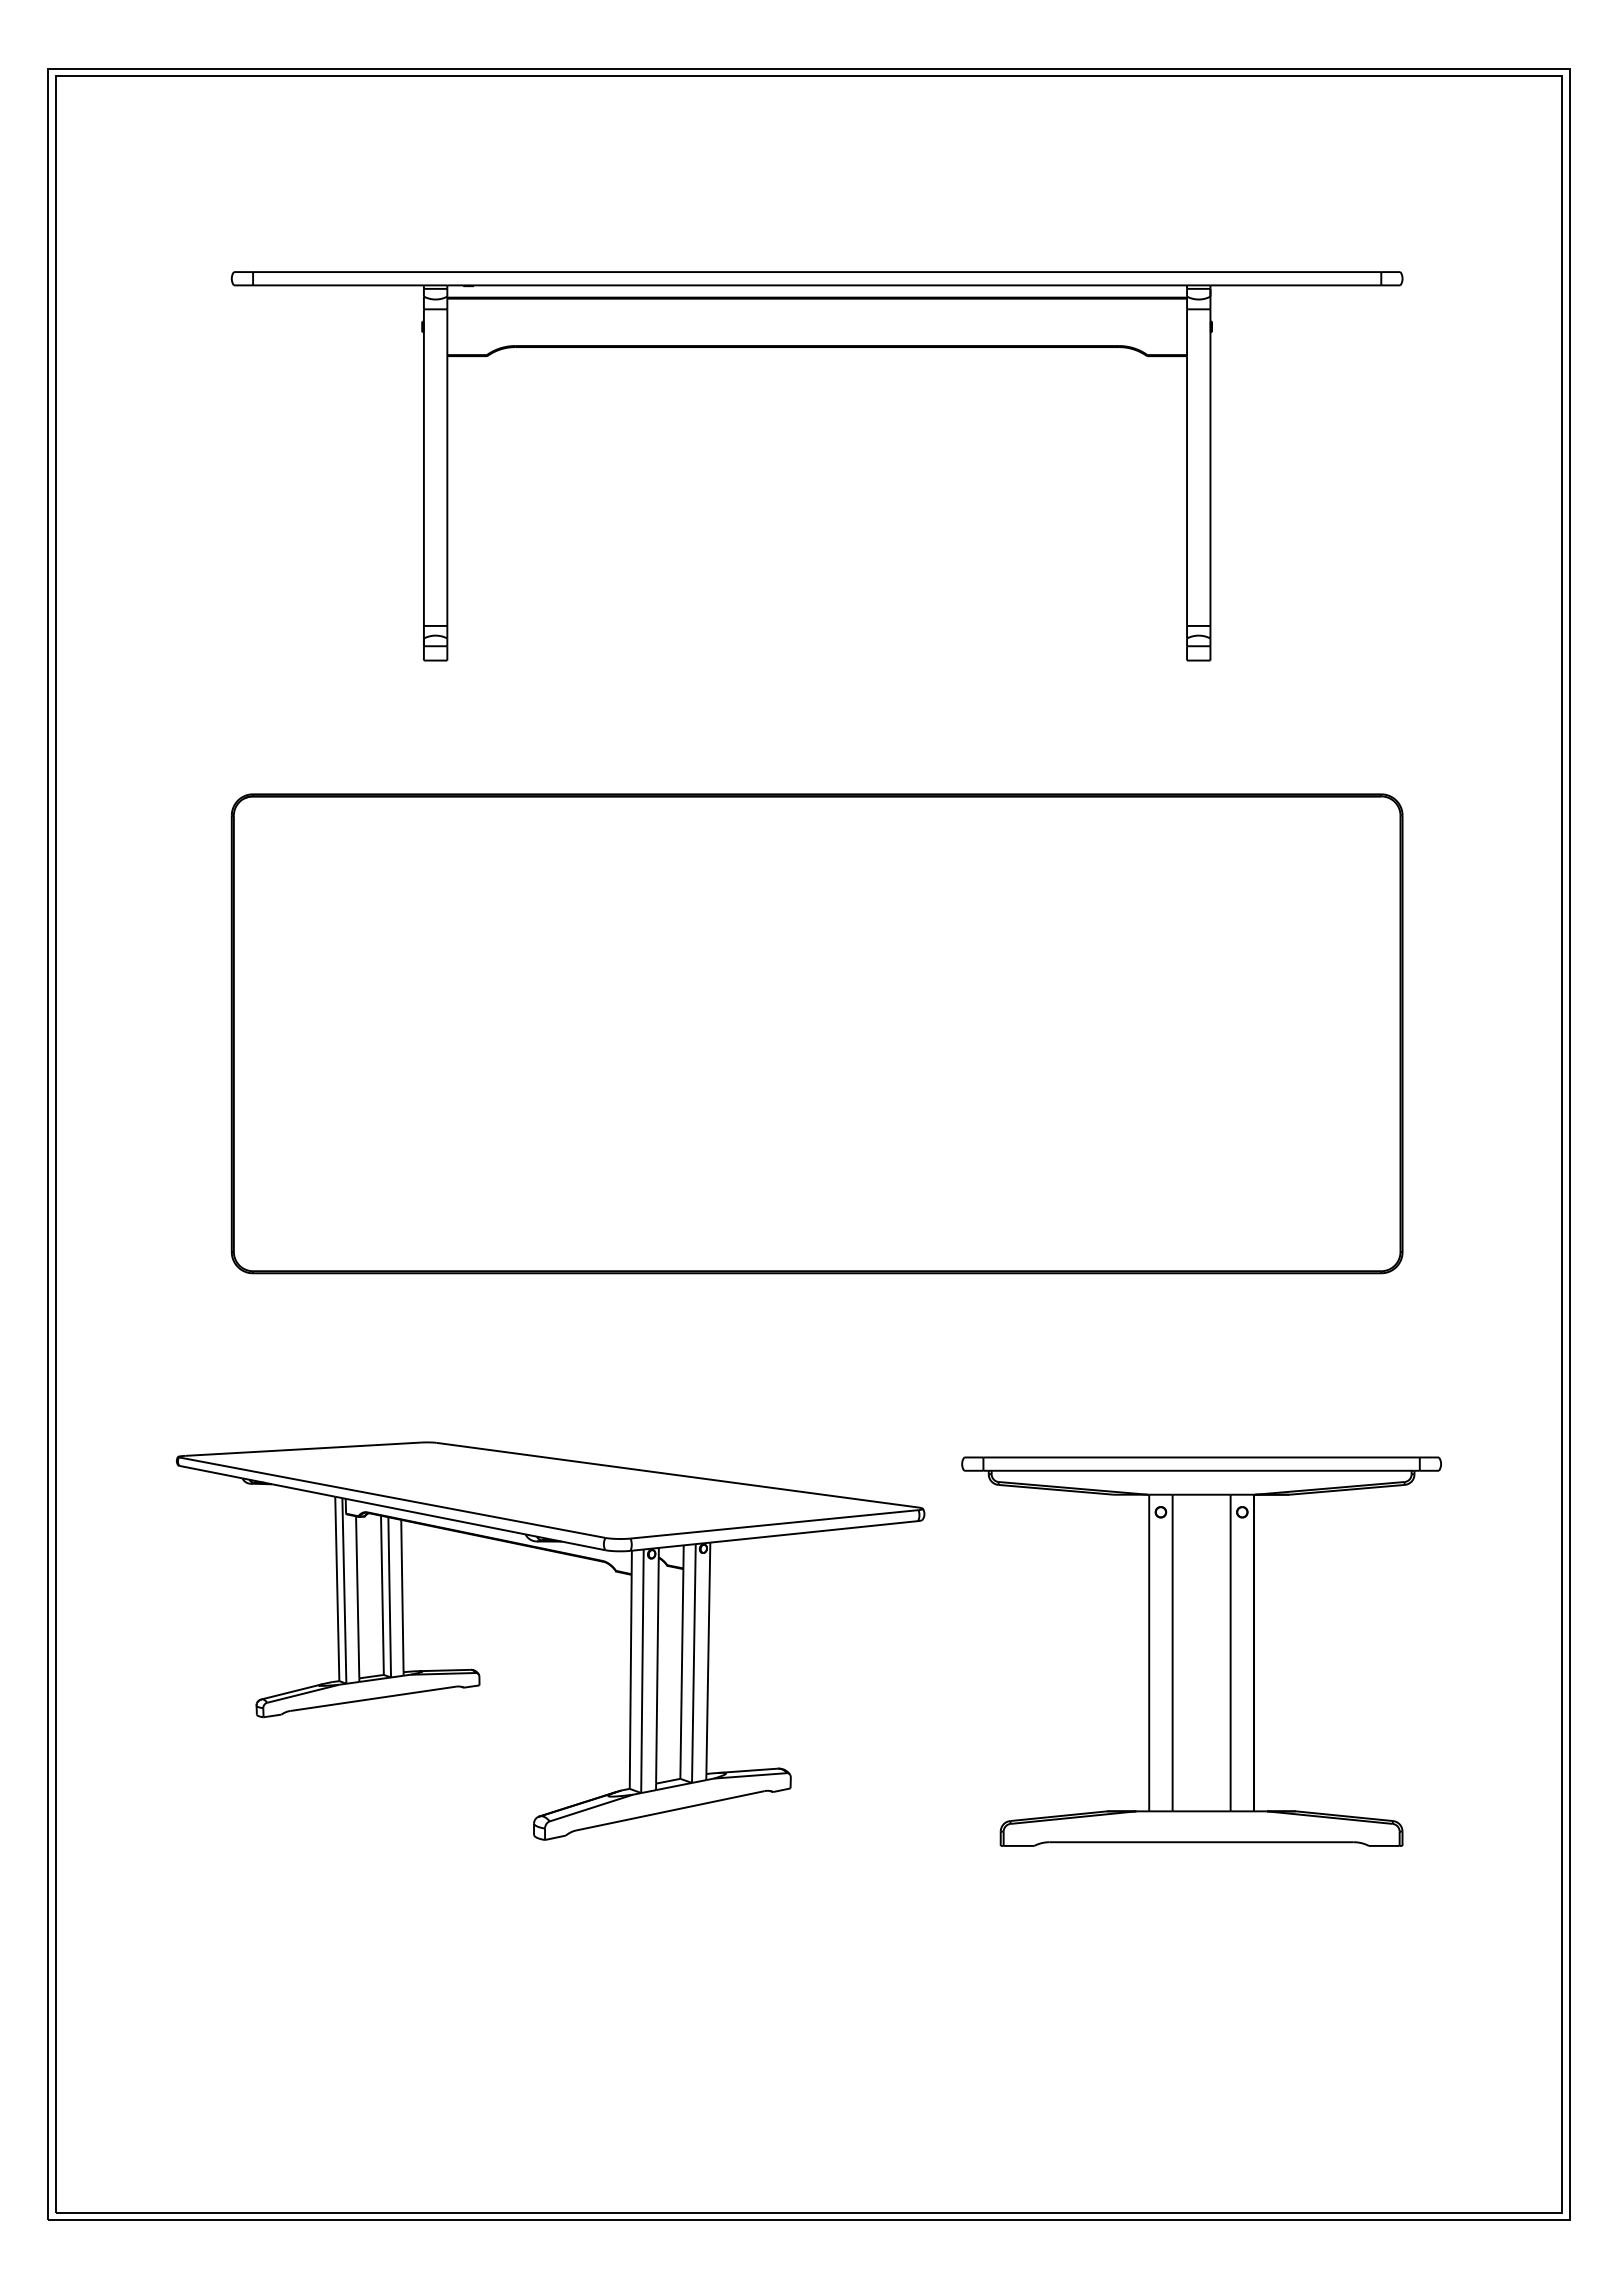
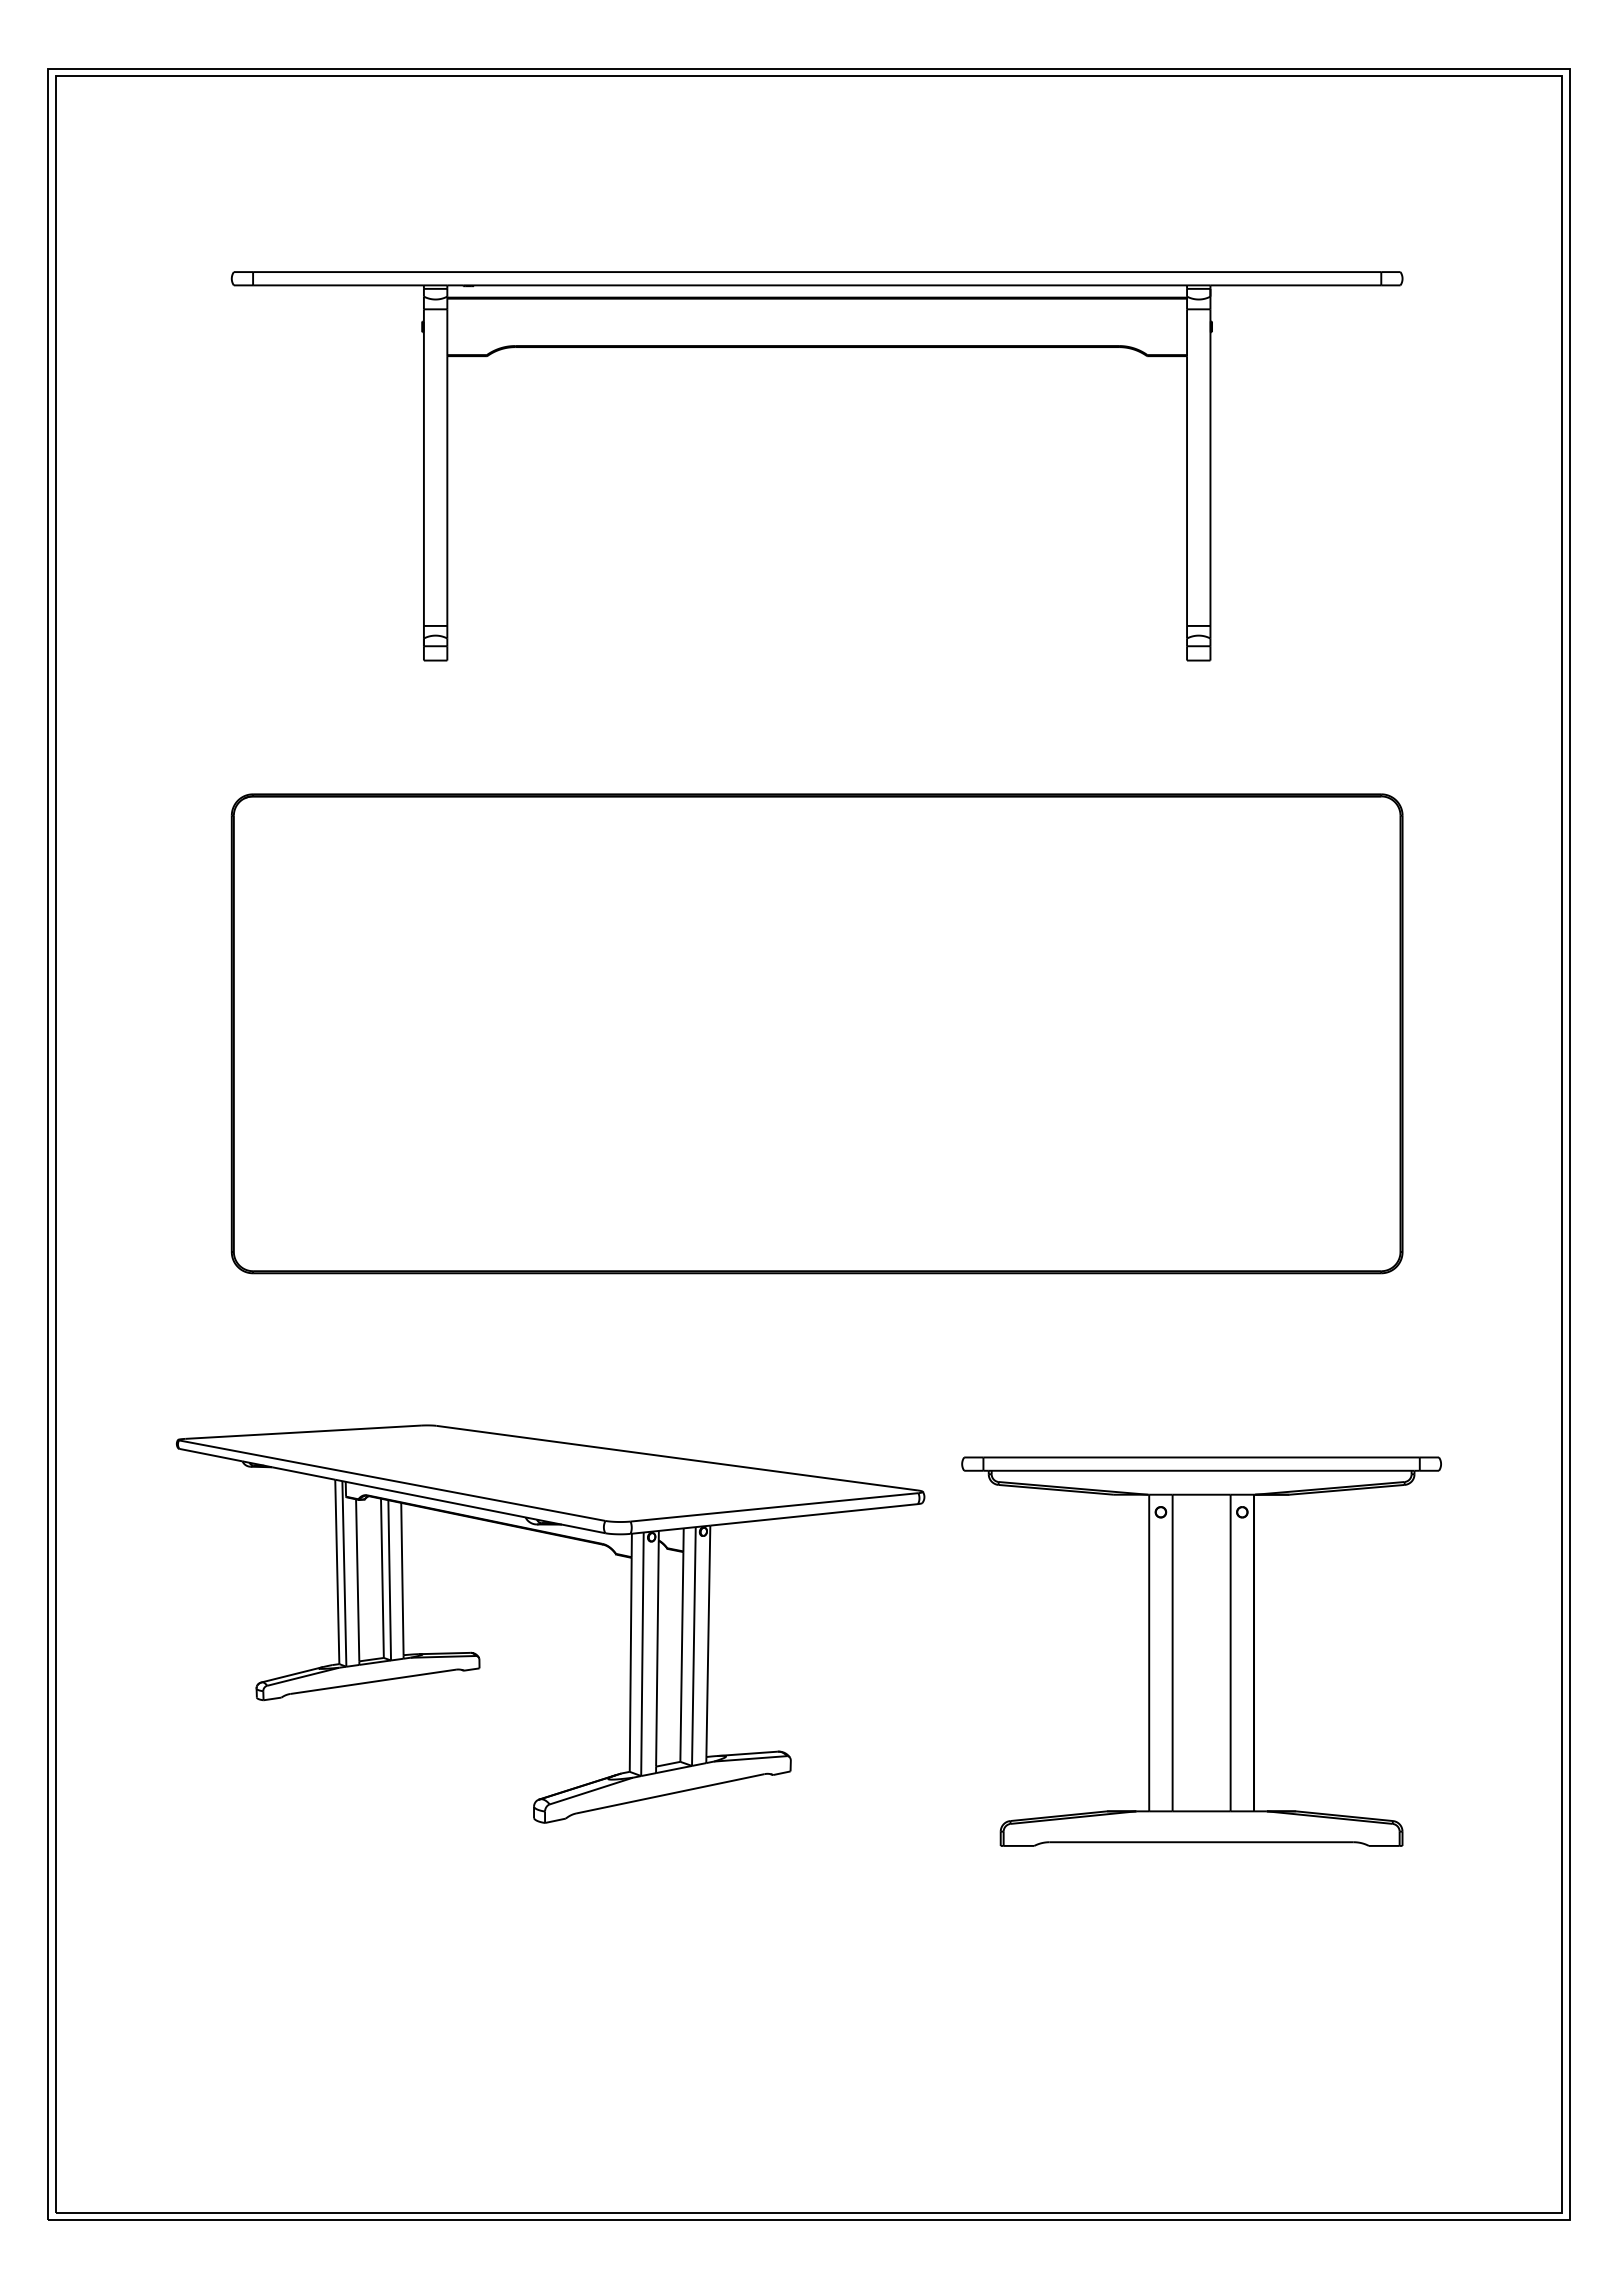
part at (480, 1675) position: (480, 1675) -> (480, 1658)
